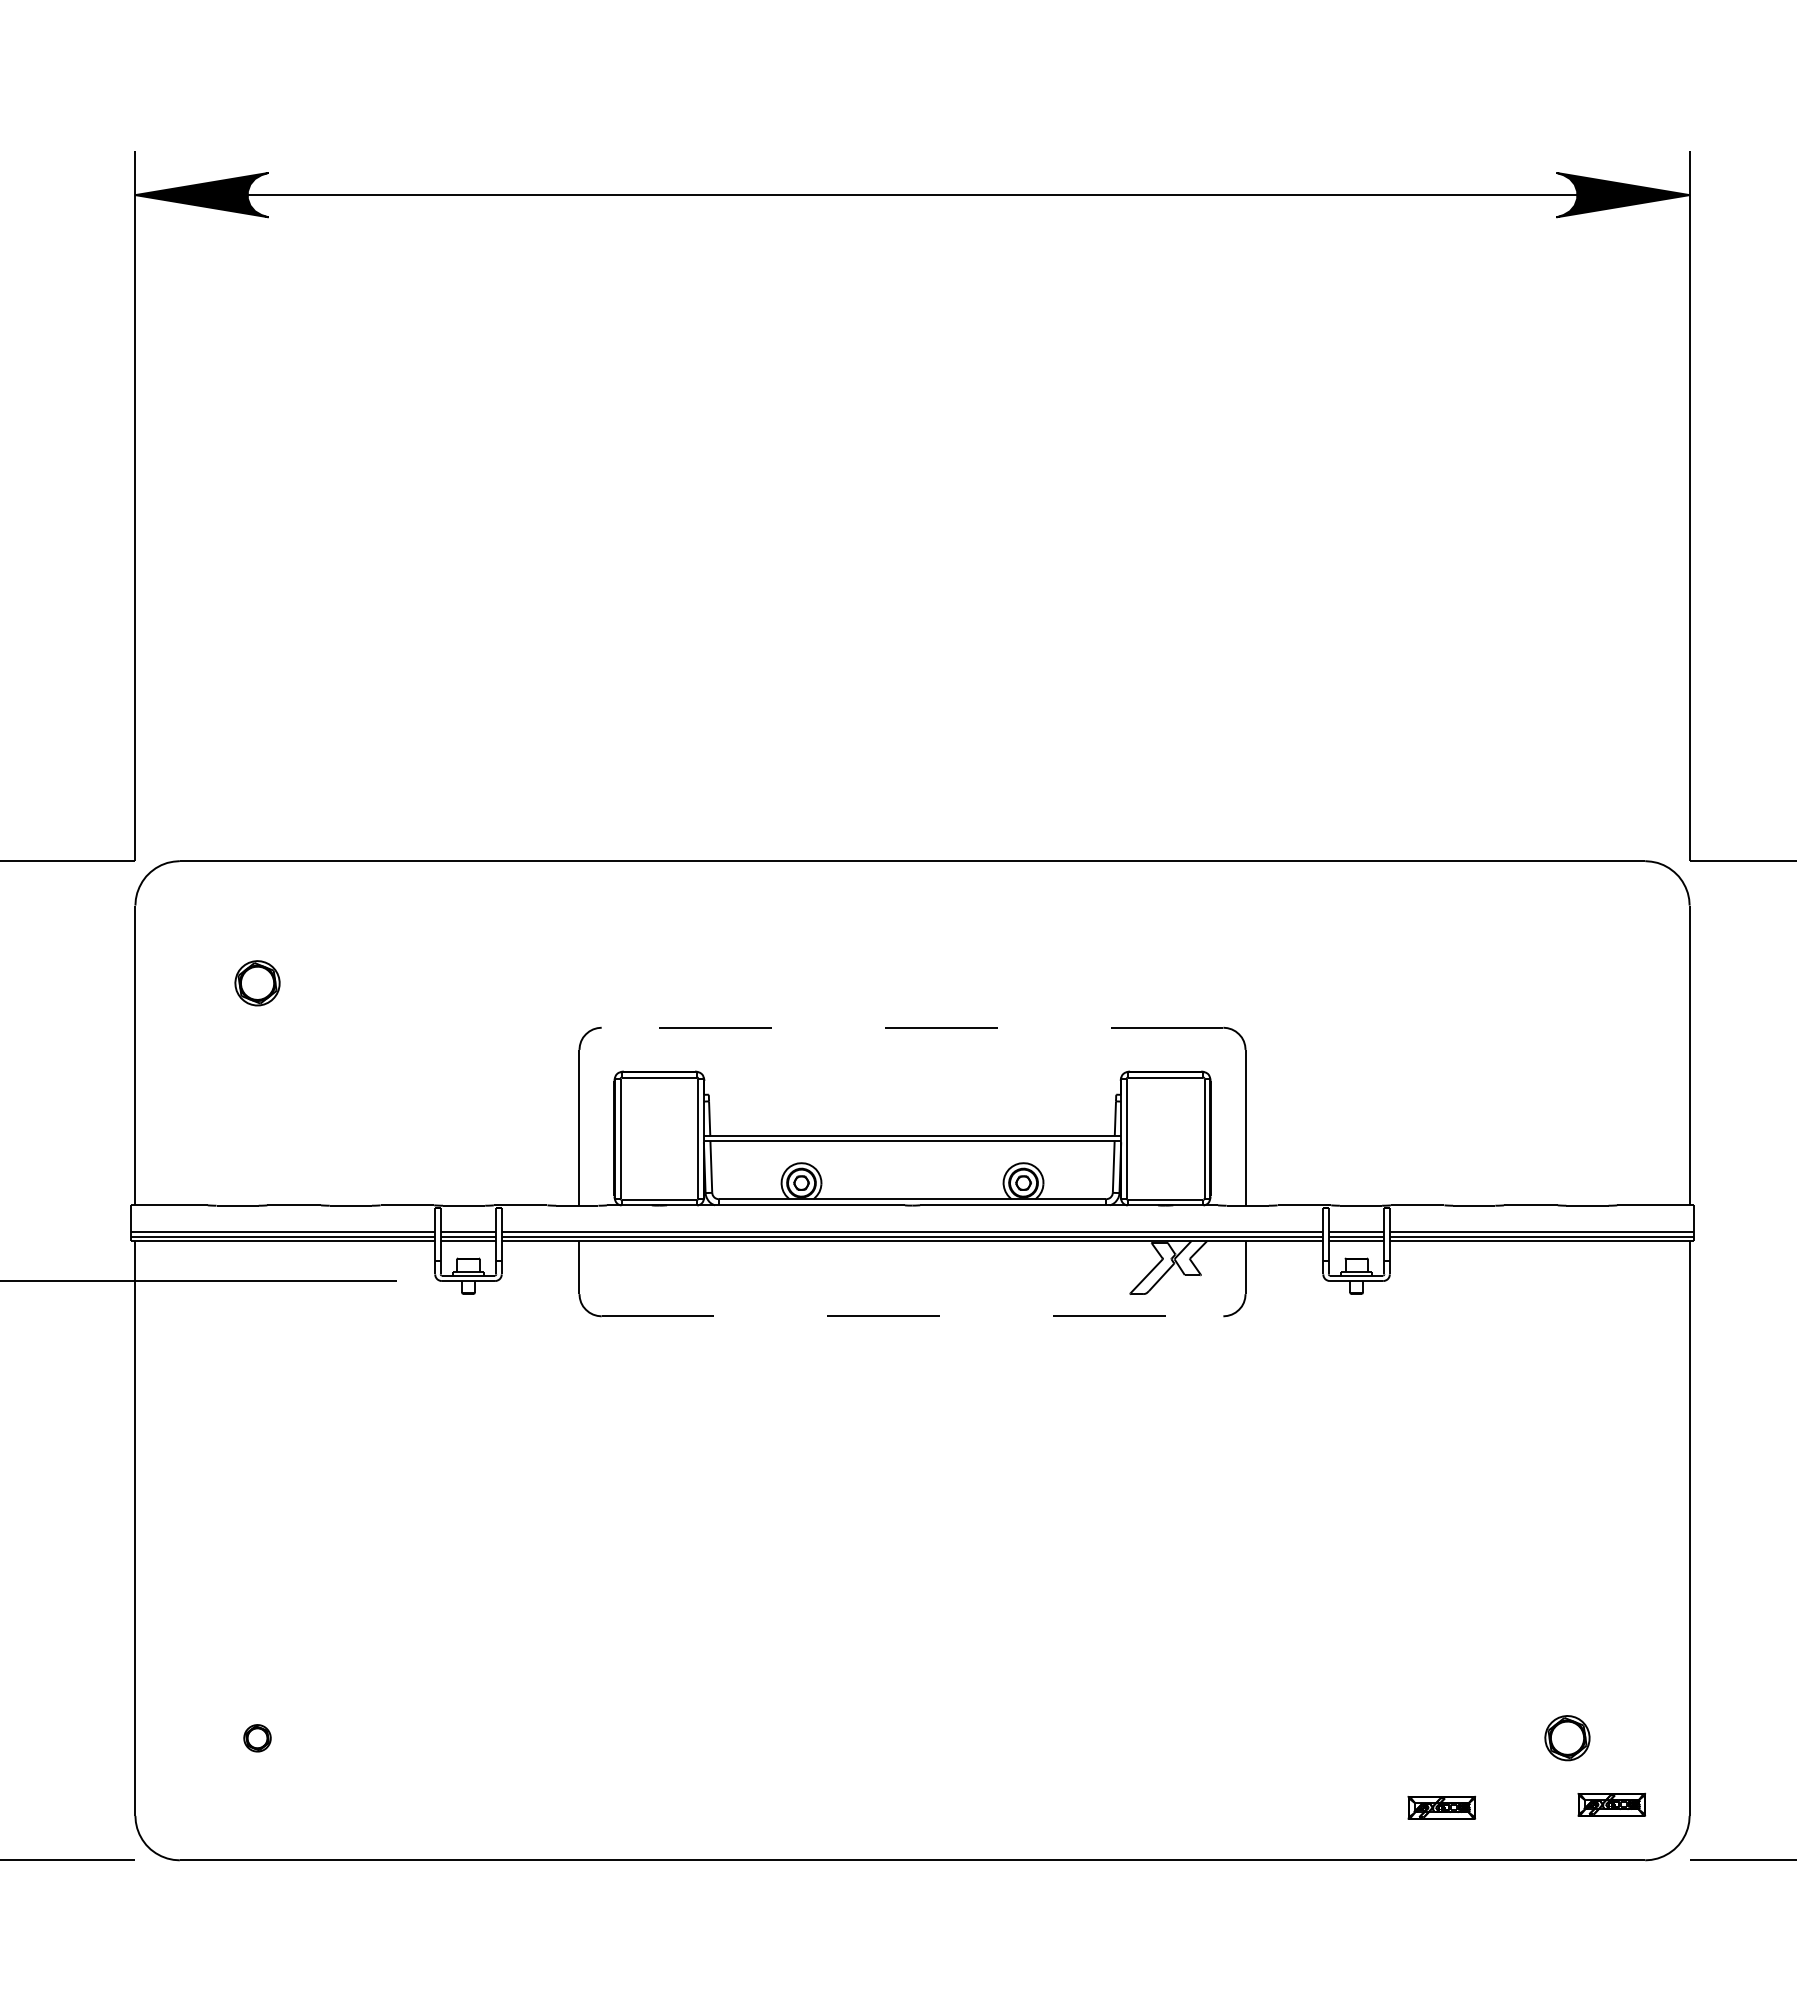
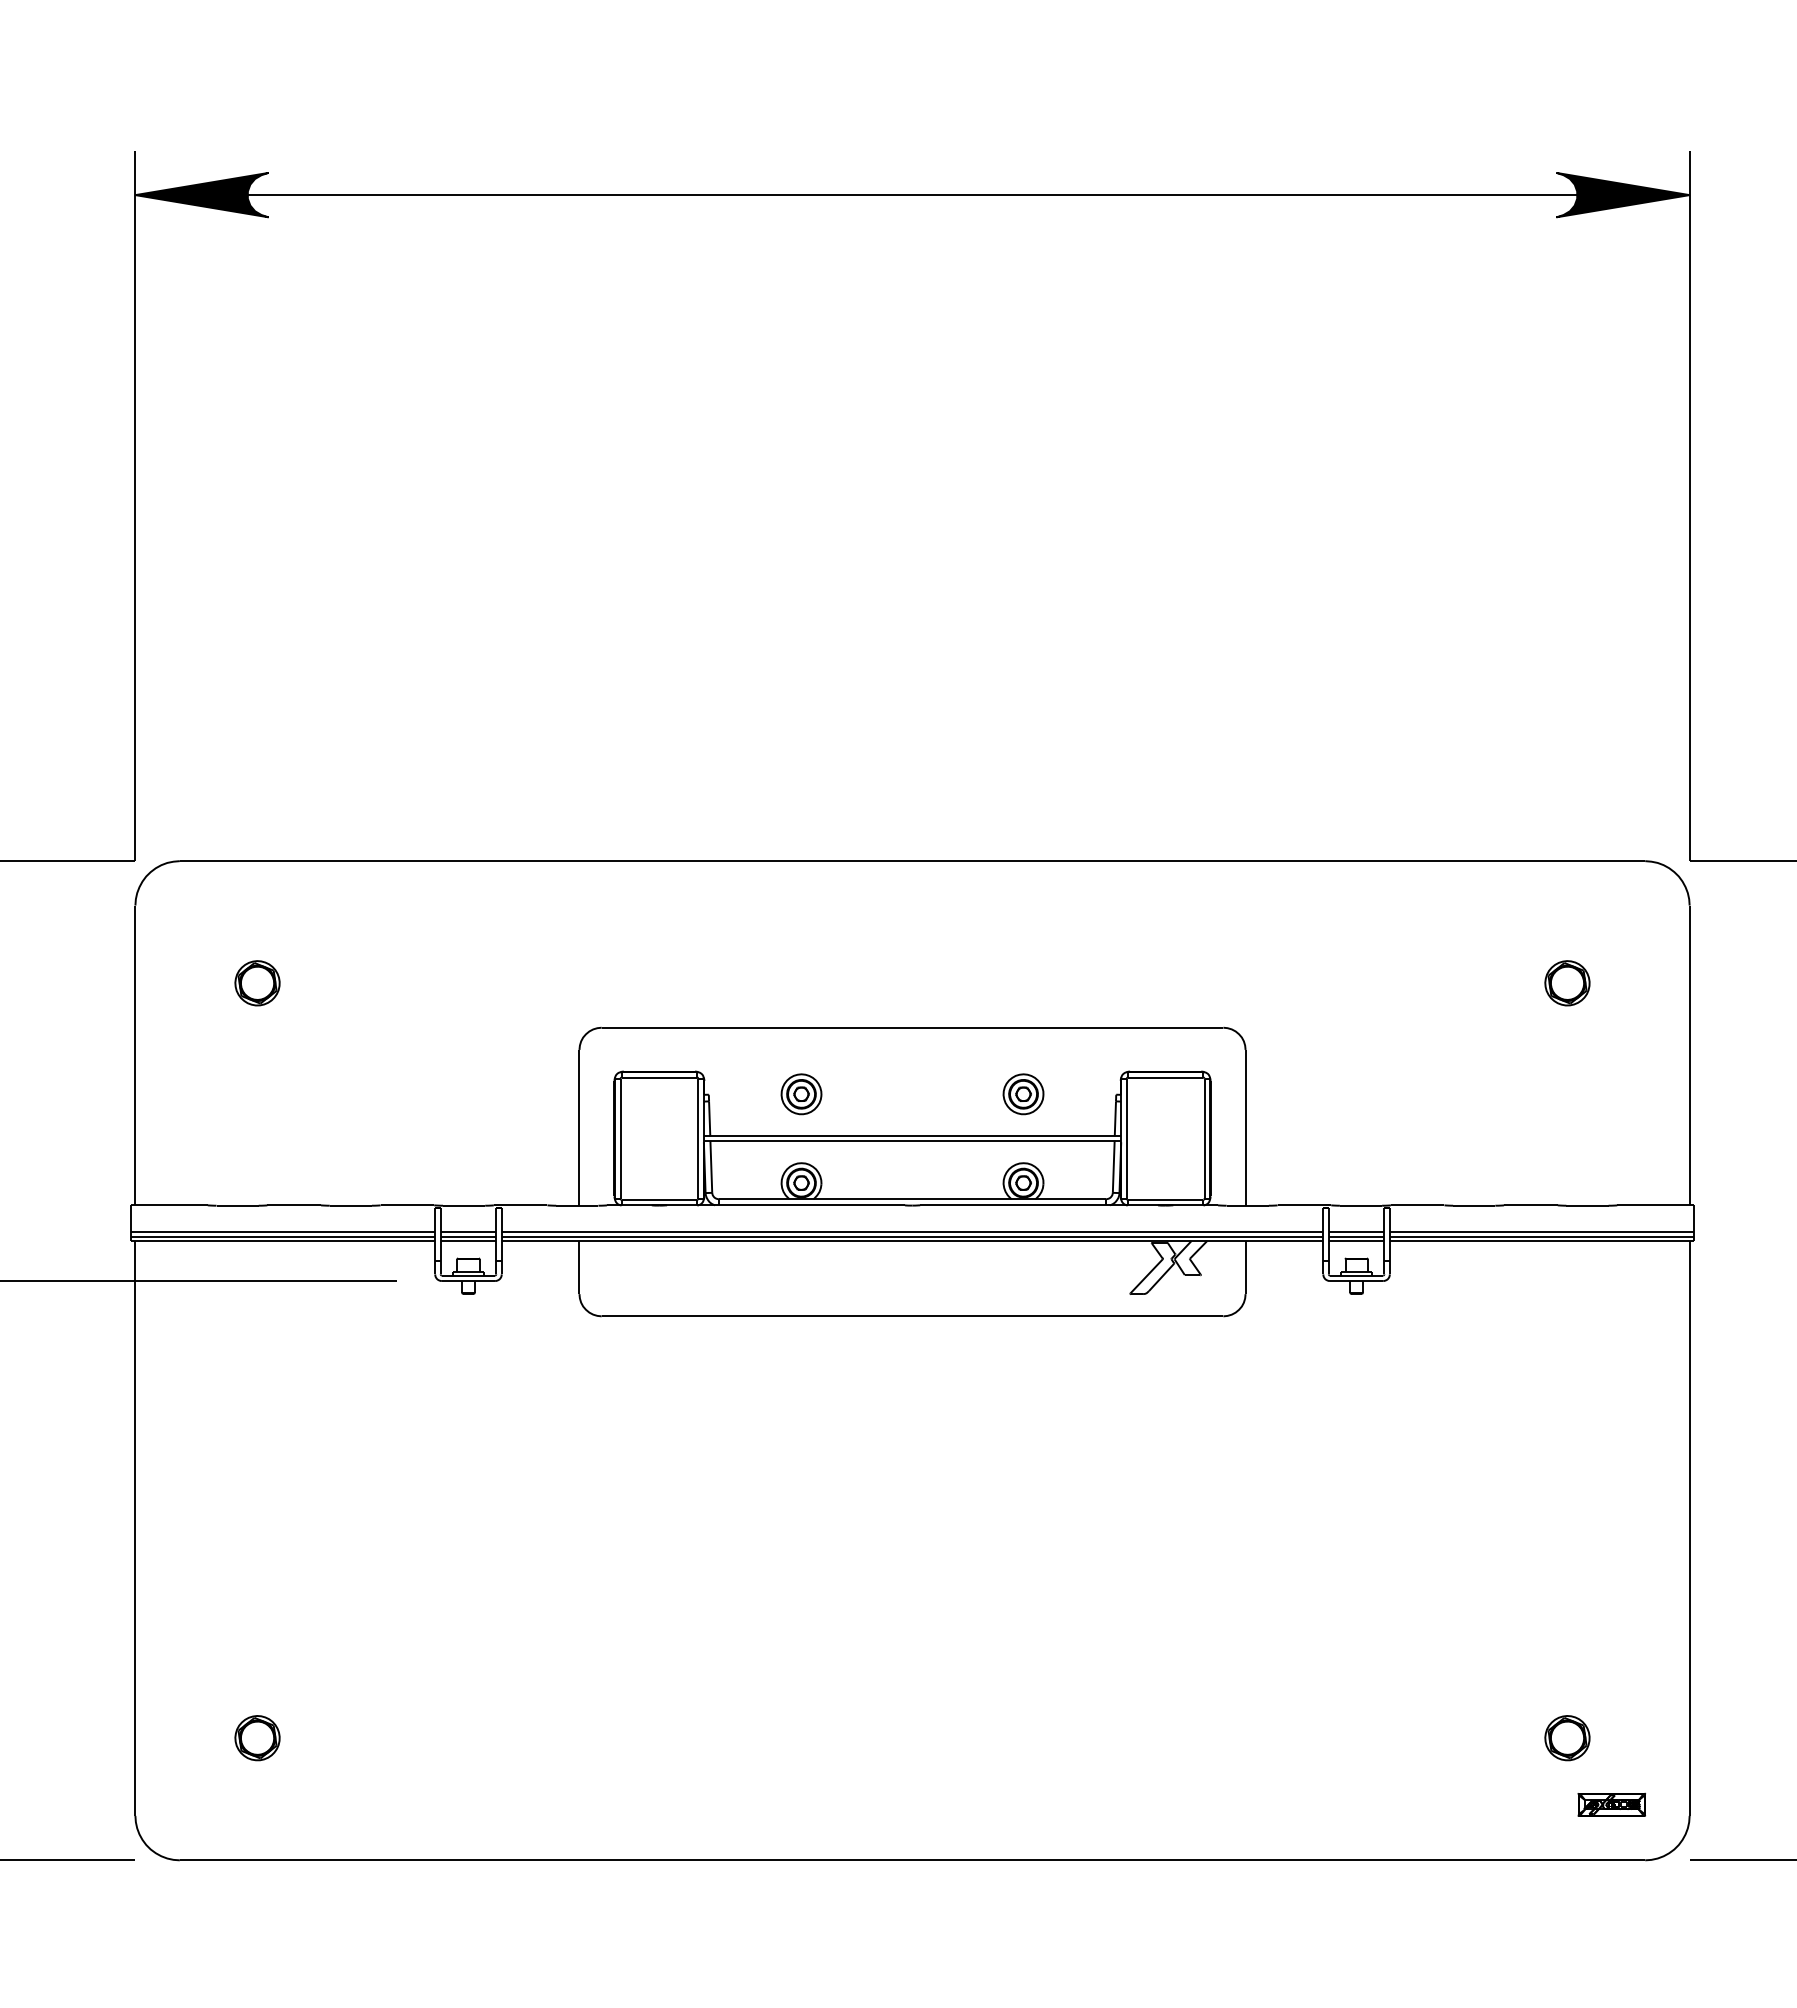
part at (1567, 983): none -> present
line at (912, 1027): dashed -> solid
part at (801, 1094): none -> present
part at (1023, 1094): none -> present
line at (912, 1316): dashed -> solid
part at (257, 1738) size: 29x29 px -> 47x47 px
part at (1441, 1807): present -> none
